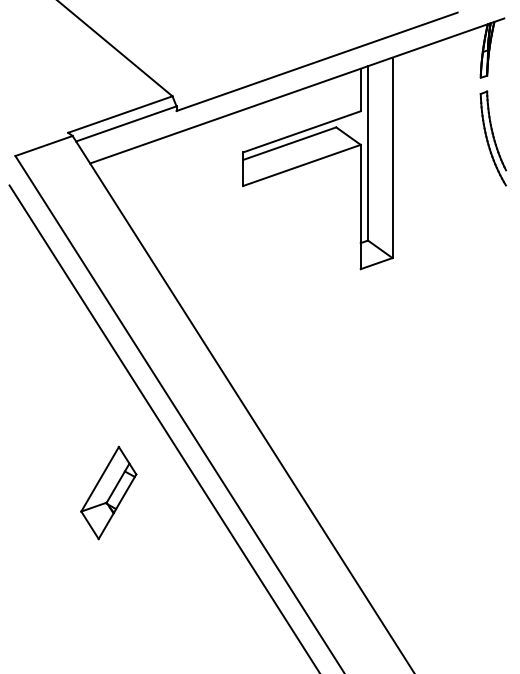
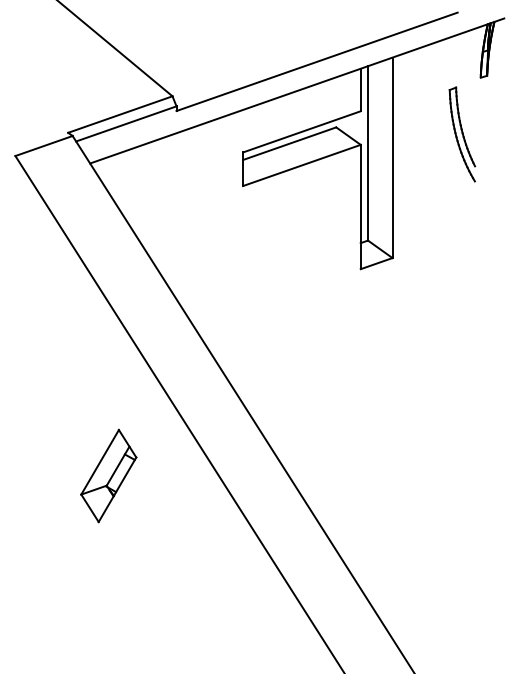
part at (493, 138) position: (493, 138) -> (462, 134)
line at (163, 427): present -> none
part at (108, 492) position: (108, 492) -> (108, 475)
